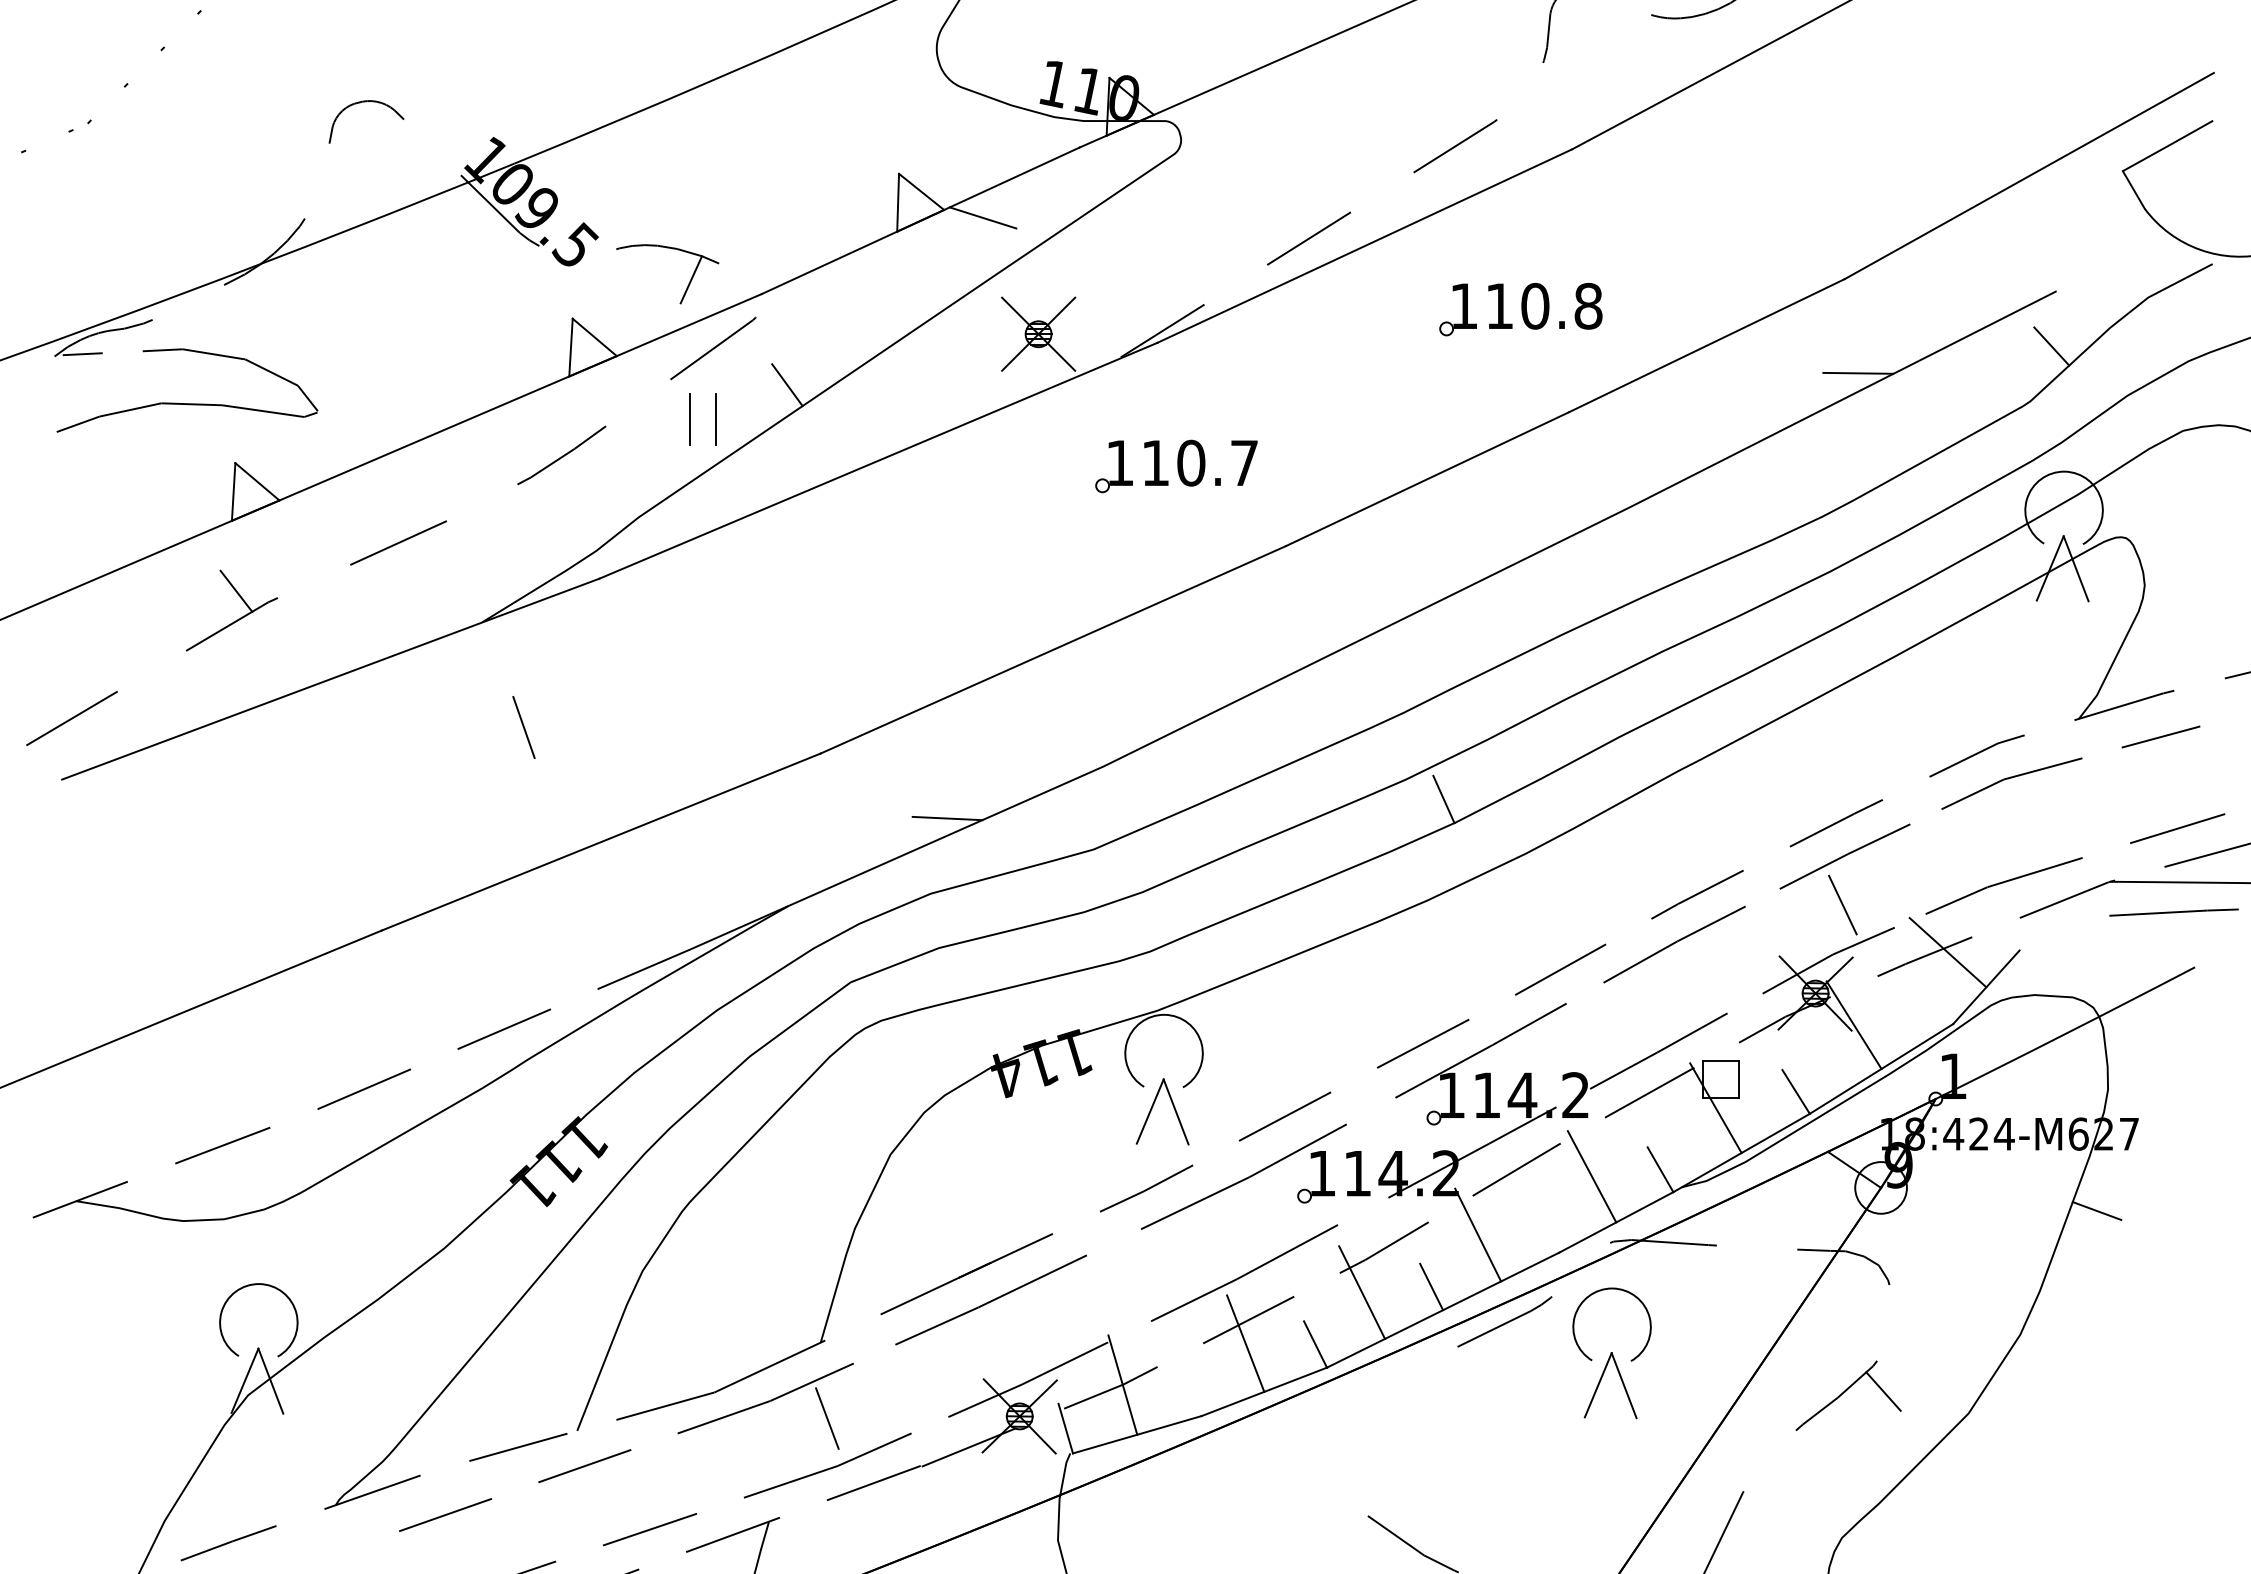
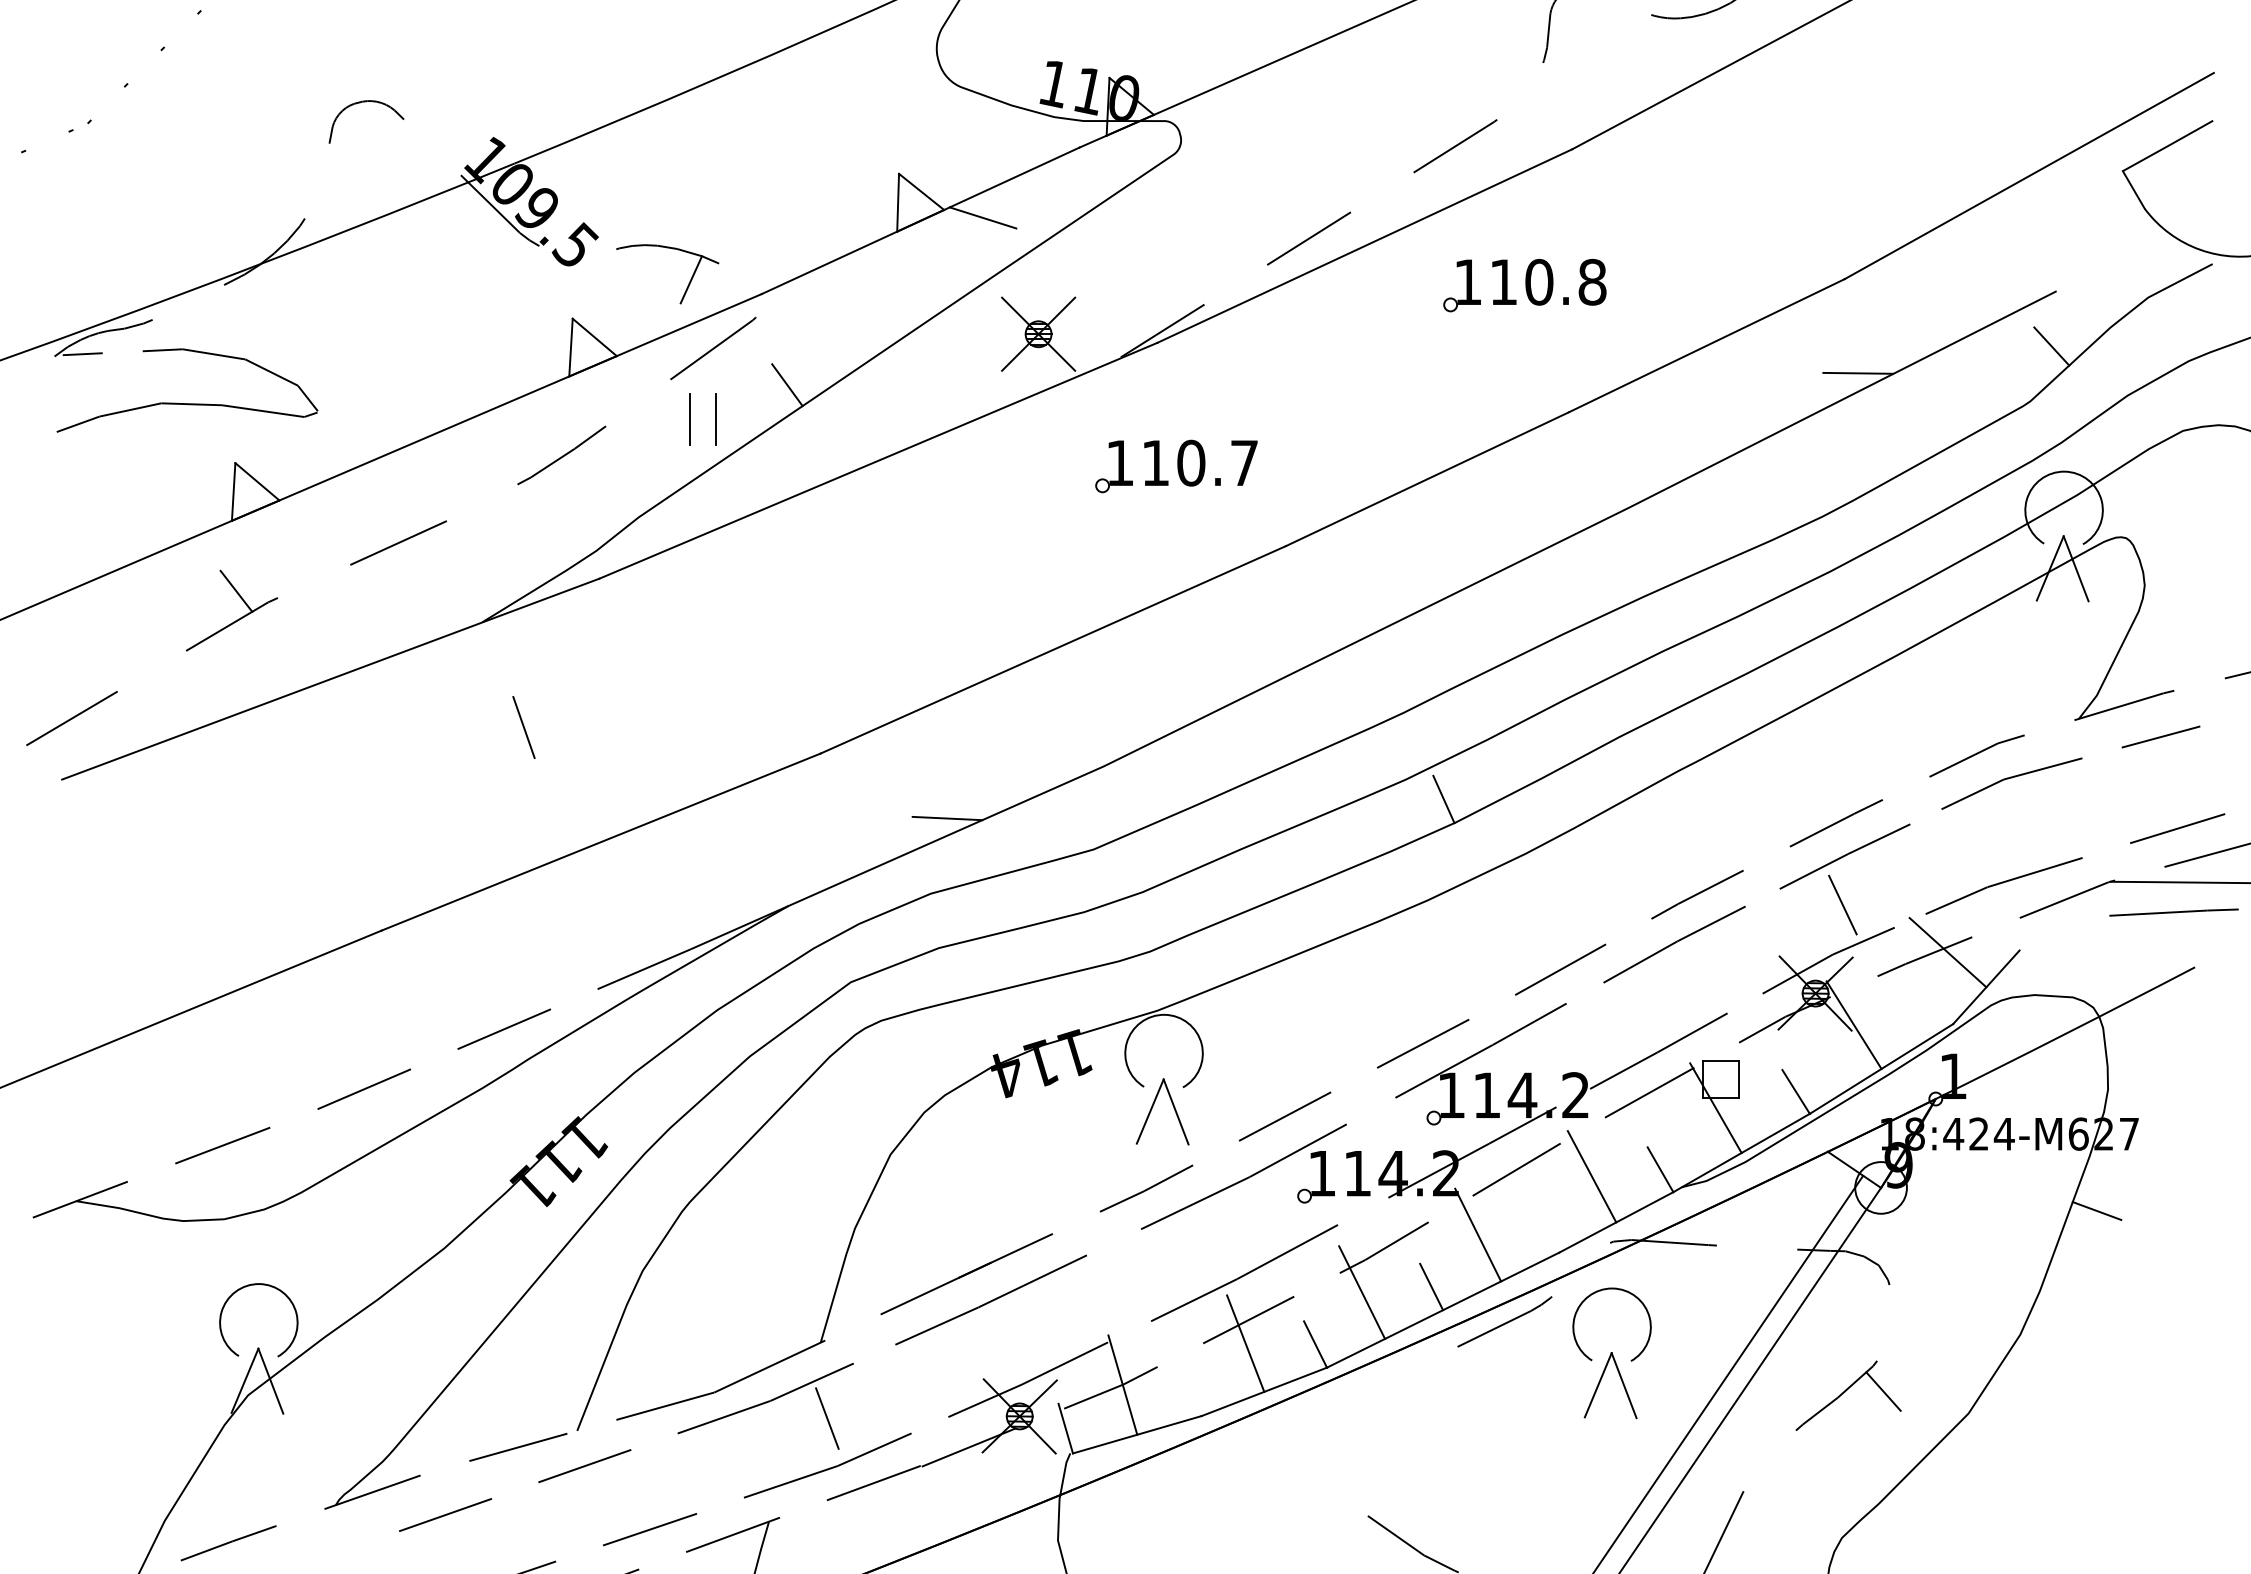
part at (1520, 309) position: (1520, 309) -> (1524, 285)
line at (1751, 1378) position: (1751, 1378) -> (1729, 1372)
